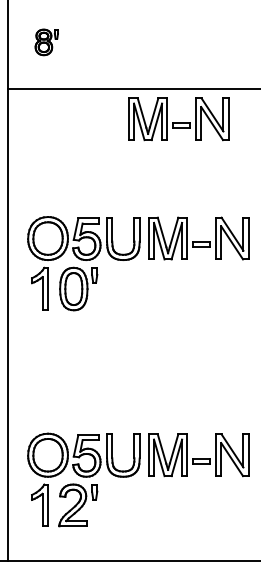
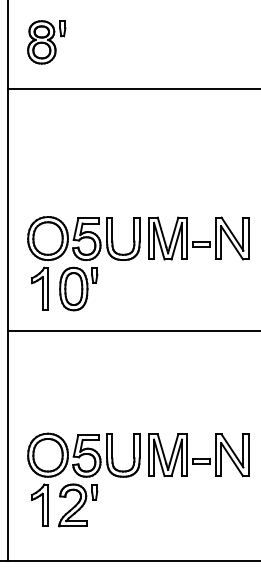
part at (46, 42) size: 25x29 px -> 40x45 px
part at (178, 119): present -> none
line at (132, 330): none -> present
